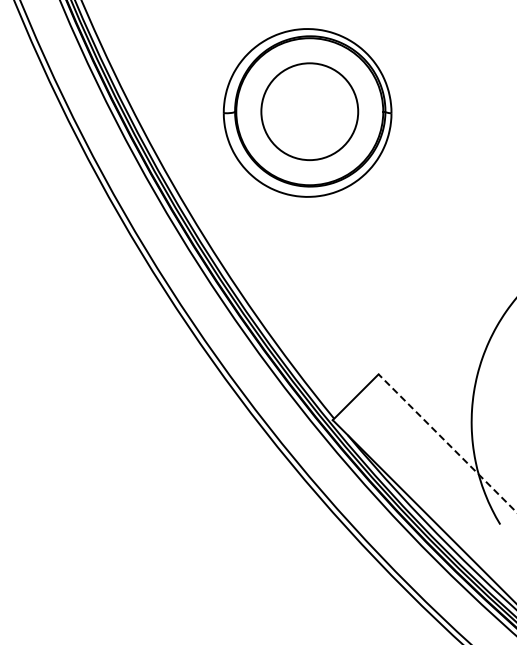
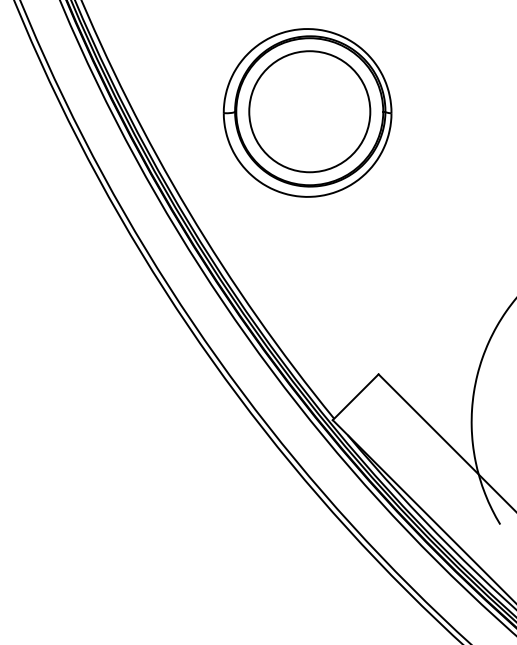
circle at (309, 111) diameter: 97 px -> 121 px
line at (447, 442): dashed -> solid
